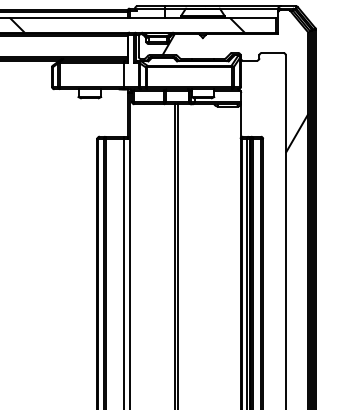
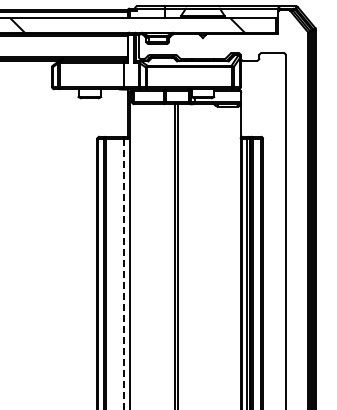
hatch at (235, 93): present -> none
line at (124, 274): solid -> dashed
